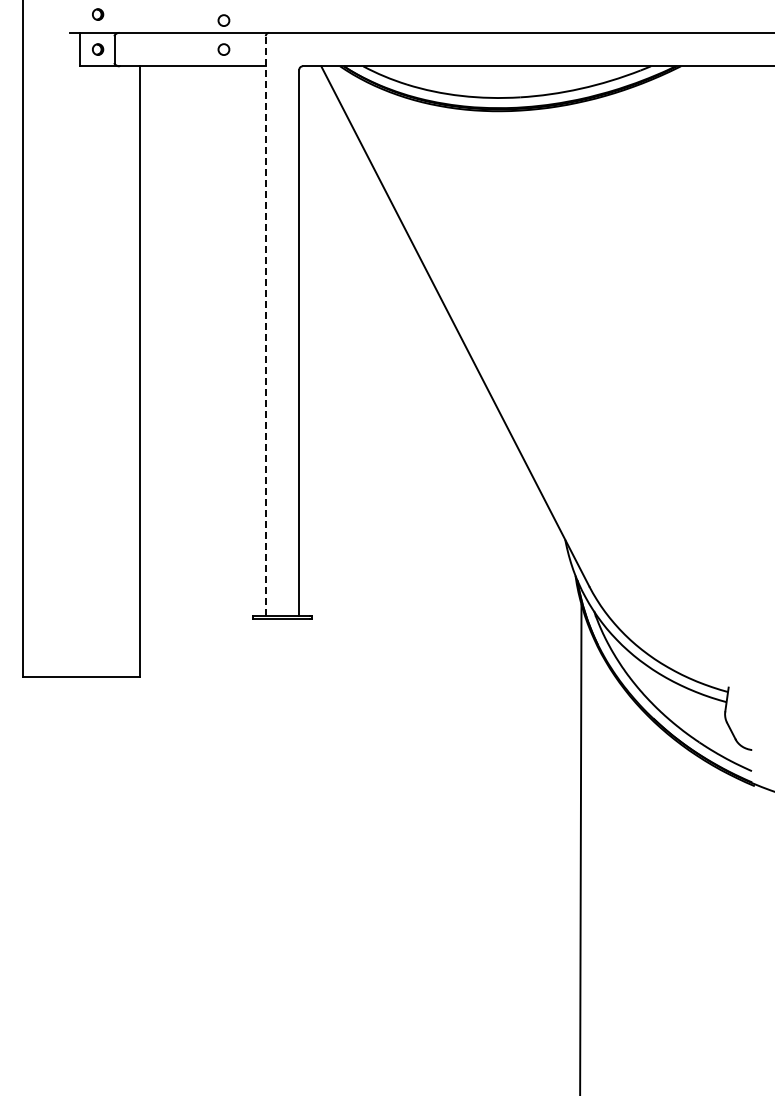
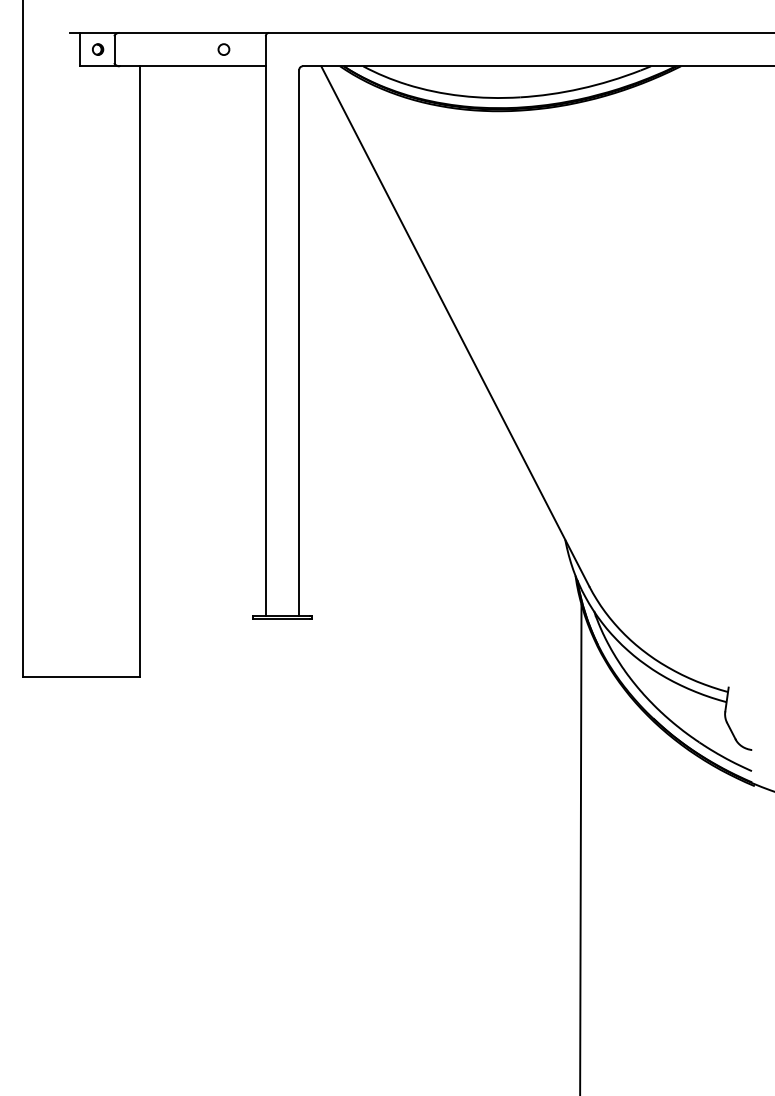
part at (98, 14): present -> none
circle at (223, 20): present -> none
line at (265, 325): dashed -> solid
